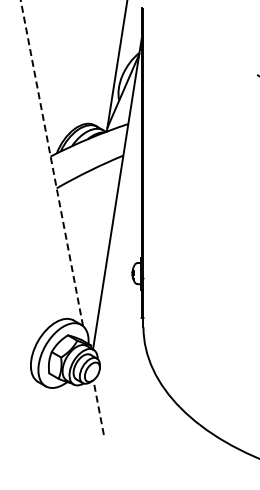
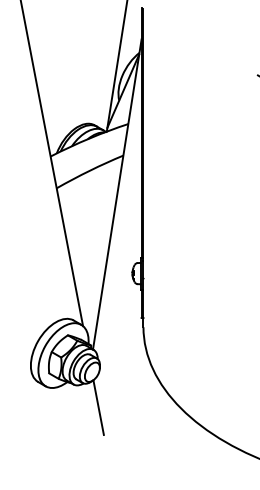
line at (51, 163): dashed -> solid
line at (98, 407): dashed -> solid
